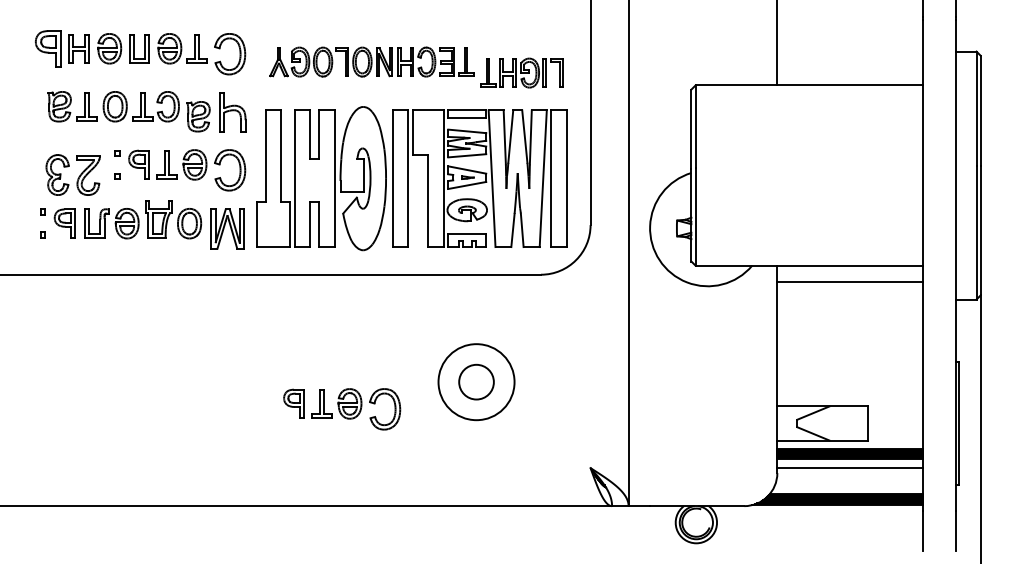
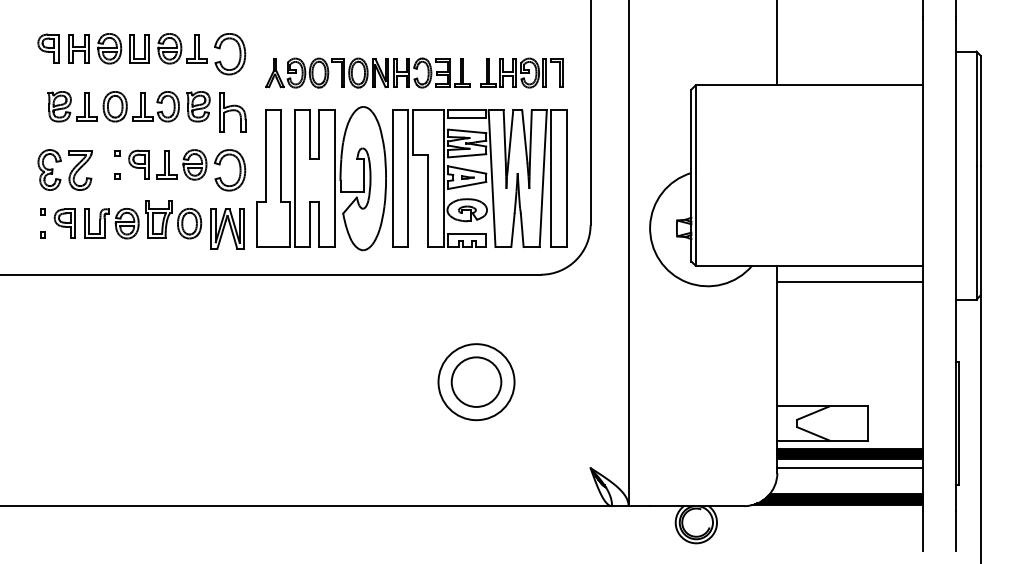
part at (48, 48) size: 27x38 px -> 23x31 px
part at (371, 61) position: (371, 61) -> (367, 72)
part at (198, 116) position: (198, 116) -> (198, 106)
part at (78, 176) position: (78, 176) -> (70, 171)
circle at (476, 381) diameter: 35 px -> 50 px
part at (342, 409): present -> none
